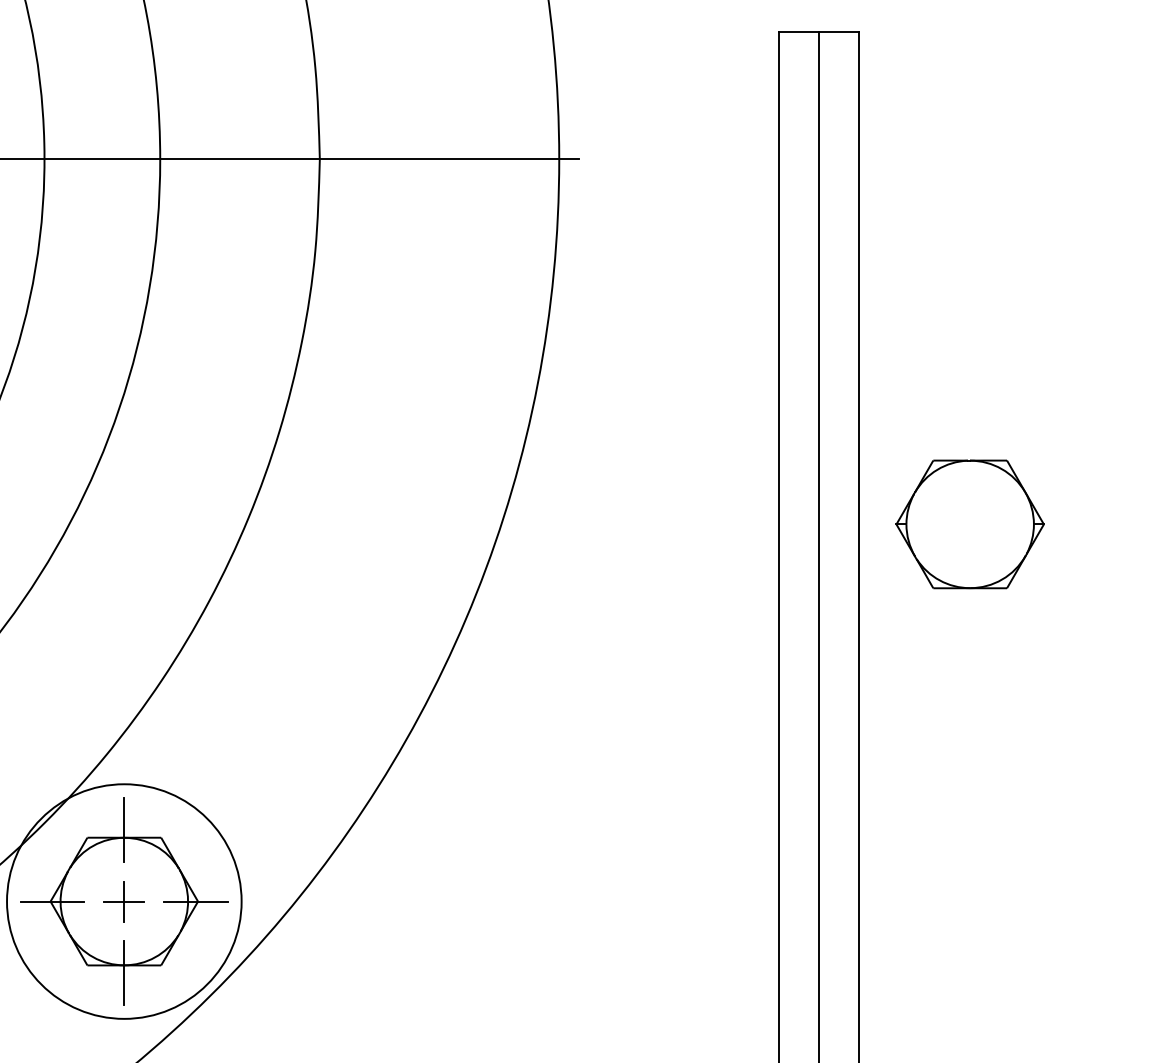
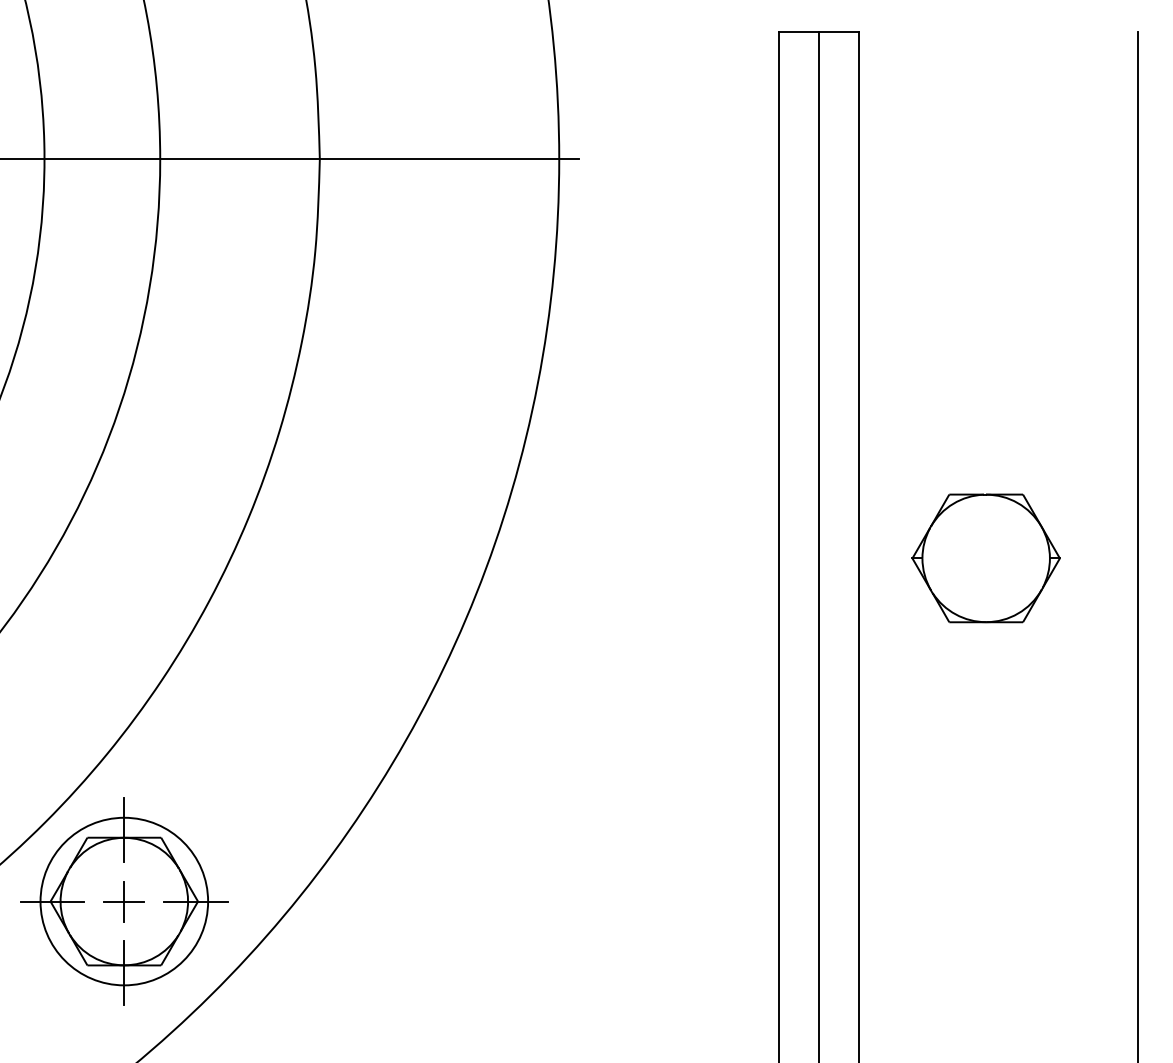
part at (969, 524) position: (969, 524) -> (985, 558)
line at (1137, 545): none -> present
circle at (124, 901) diameter: 235 px -> 168 px
